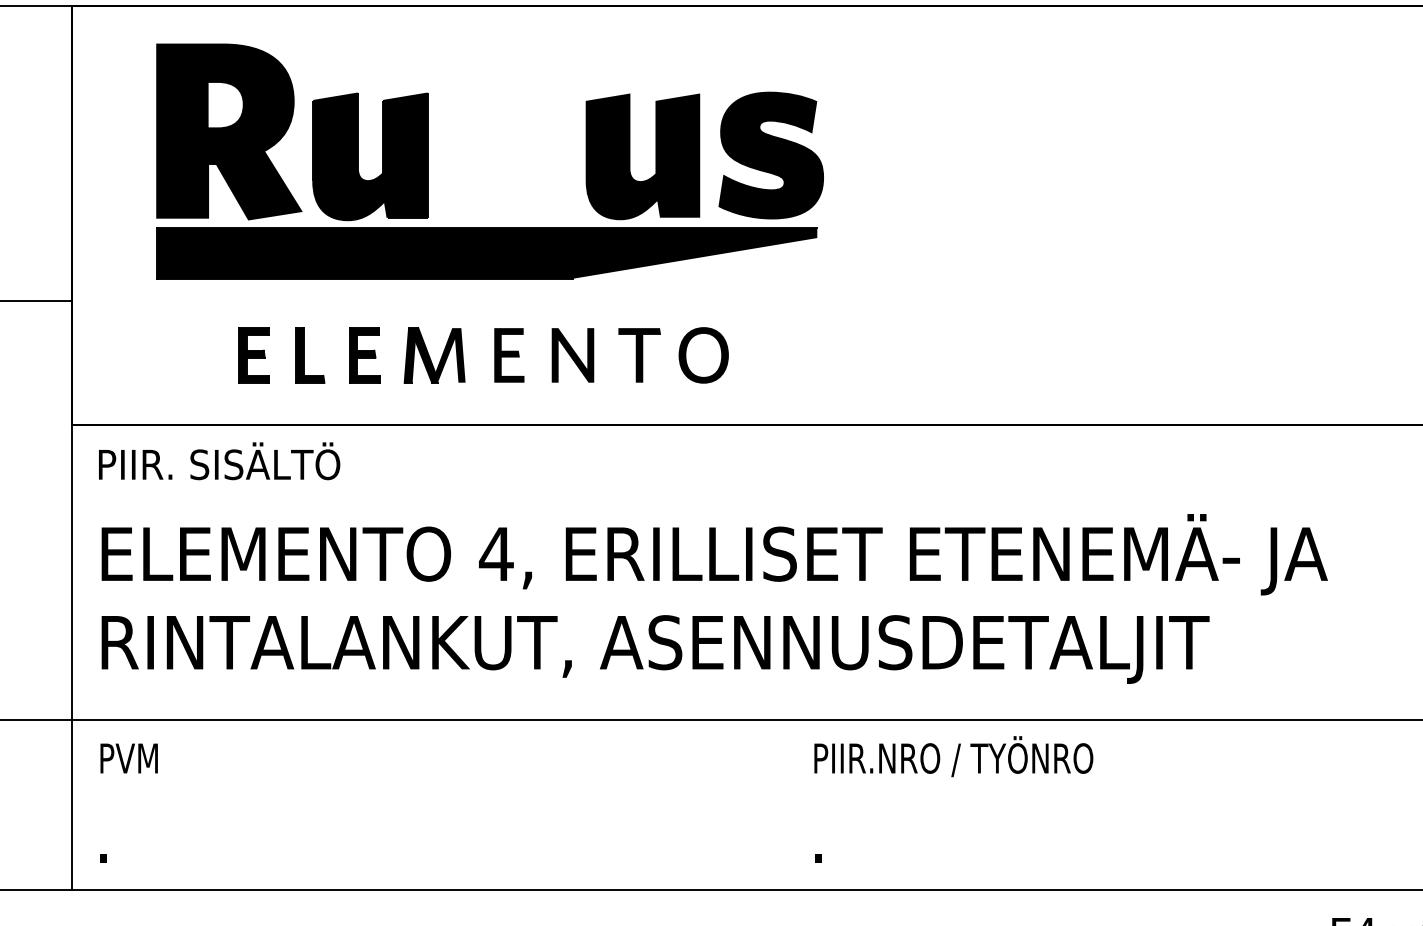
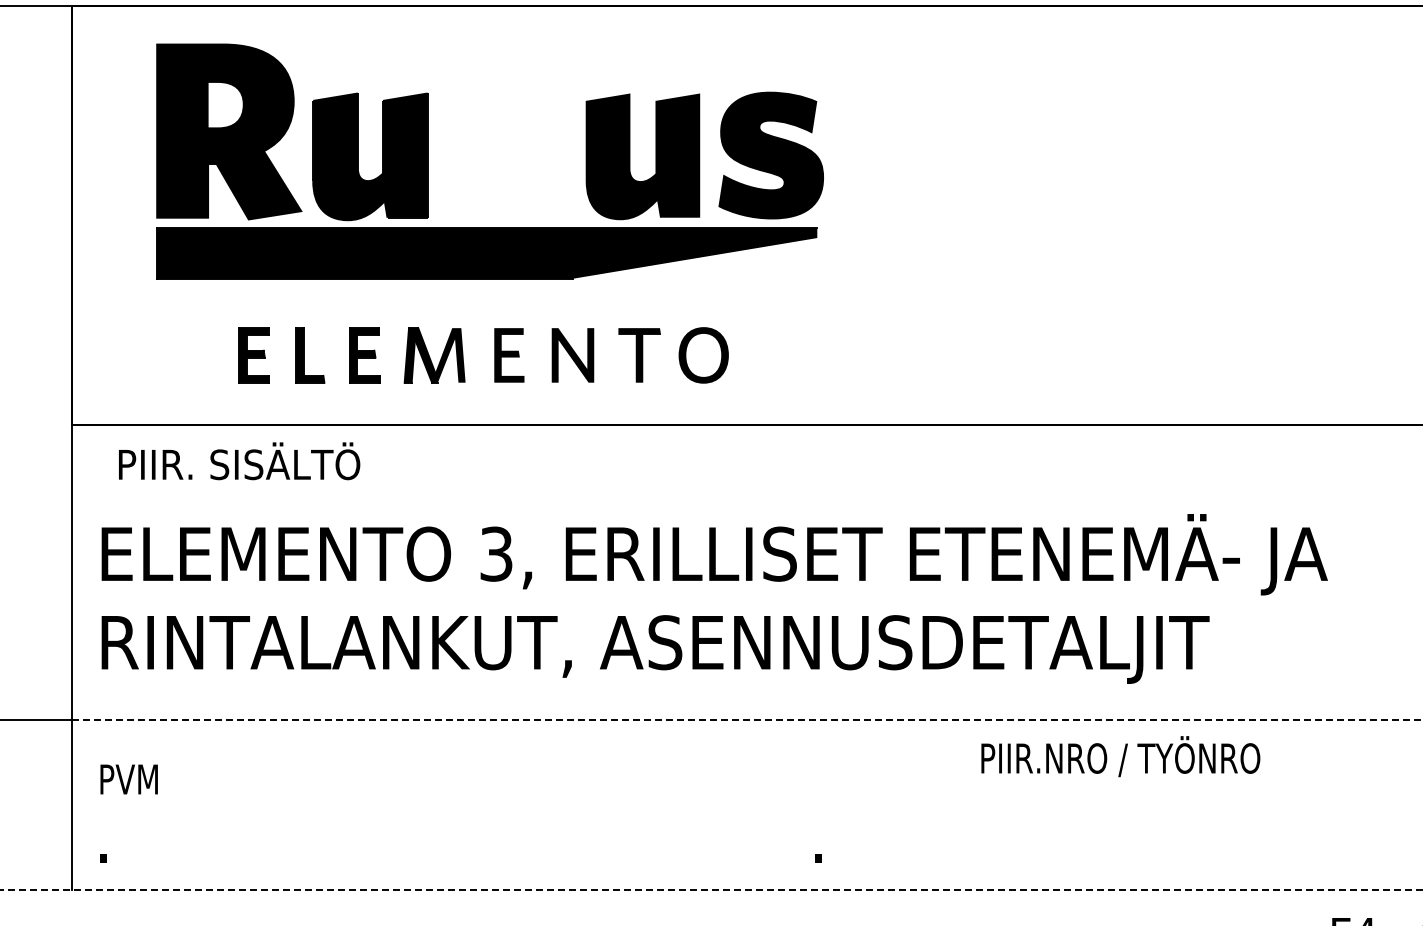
line at (36, 300): present -> none
text at (219, 461) position: (219, 461) -> (239, 461)
text at (496, 553): 4, -> 3,
line at (747, 719): solid -> dashed
text at (953, 756) position: (953, 756) -> (1120, 756)
text at (128, 758) position: (128, 758) -> (128, 779)
line at (711, 889): solid -> dashed
